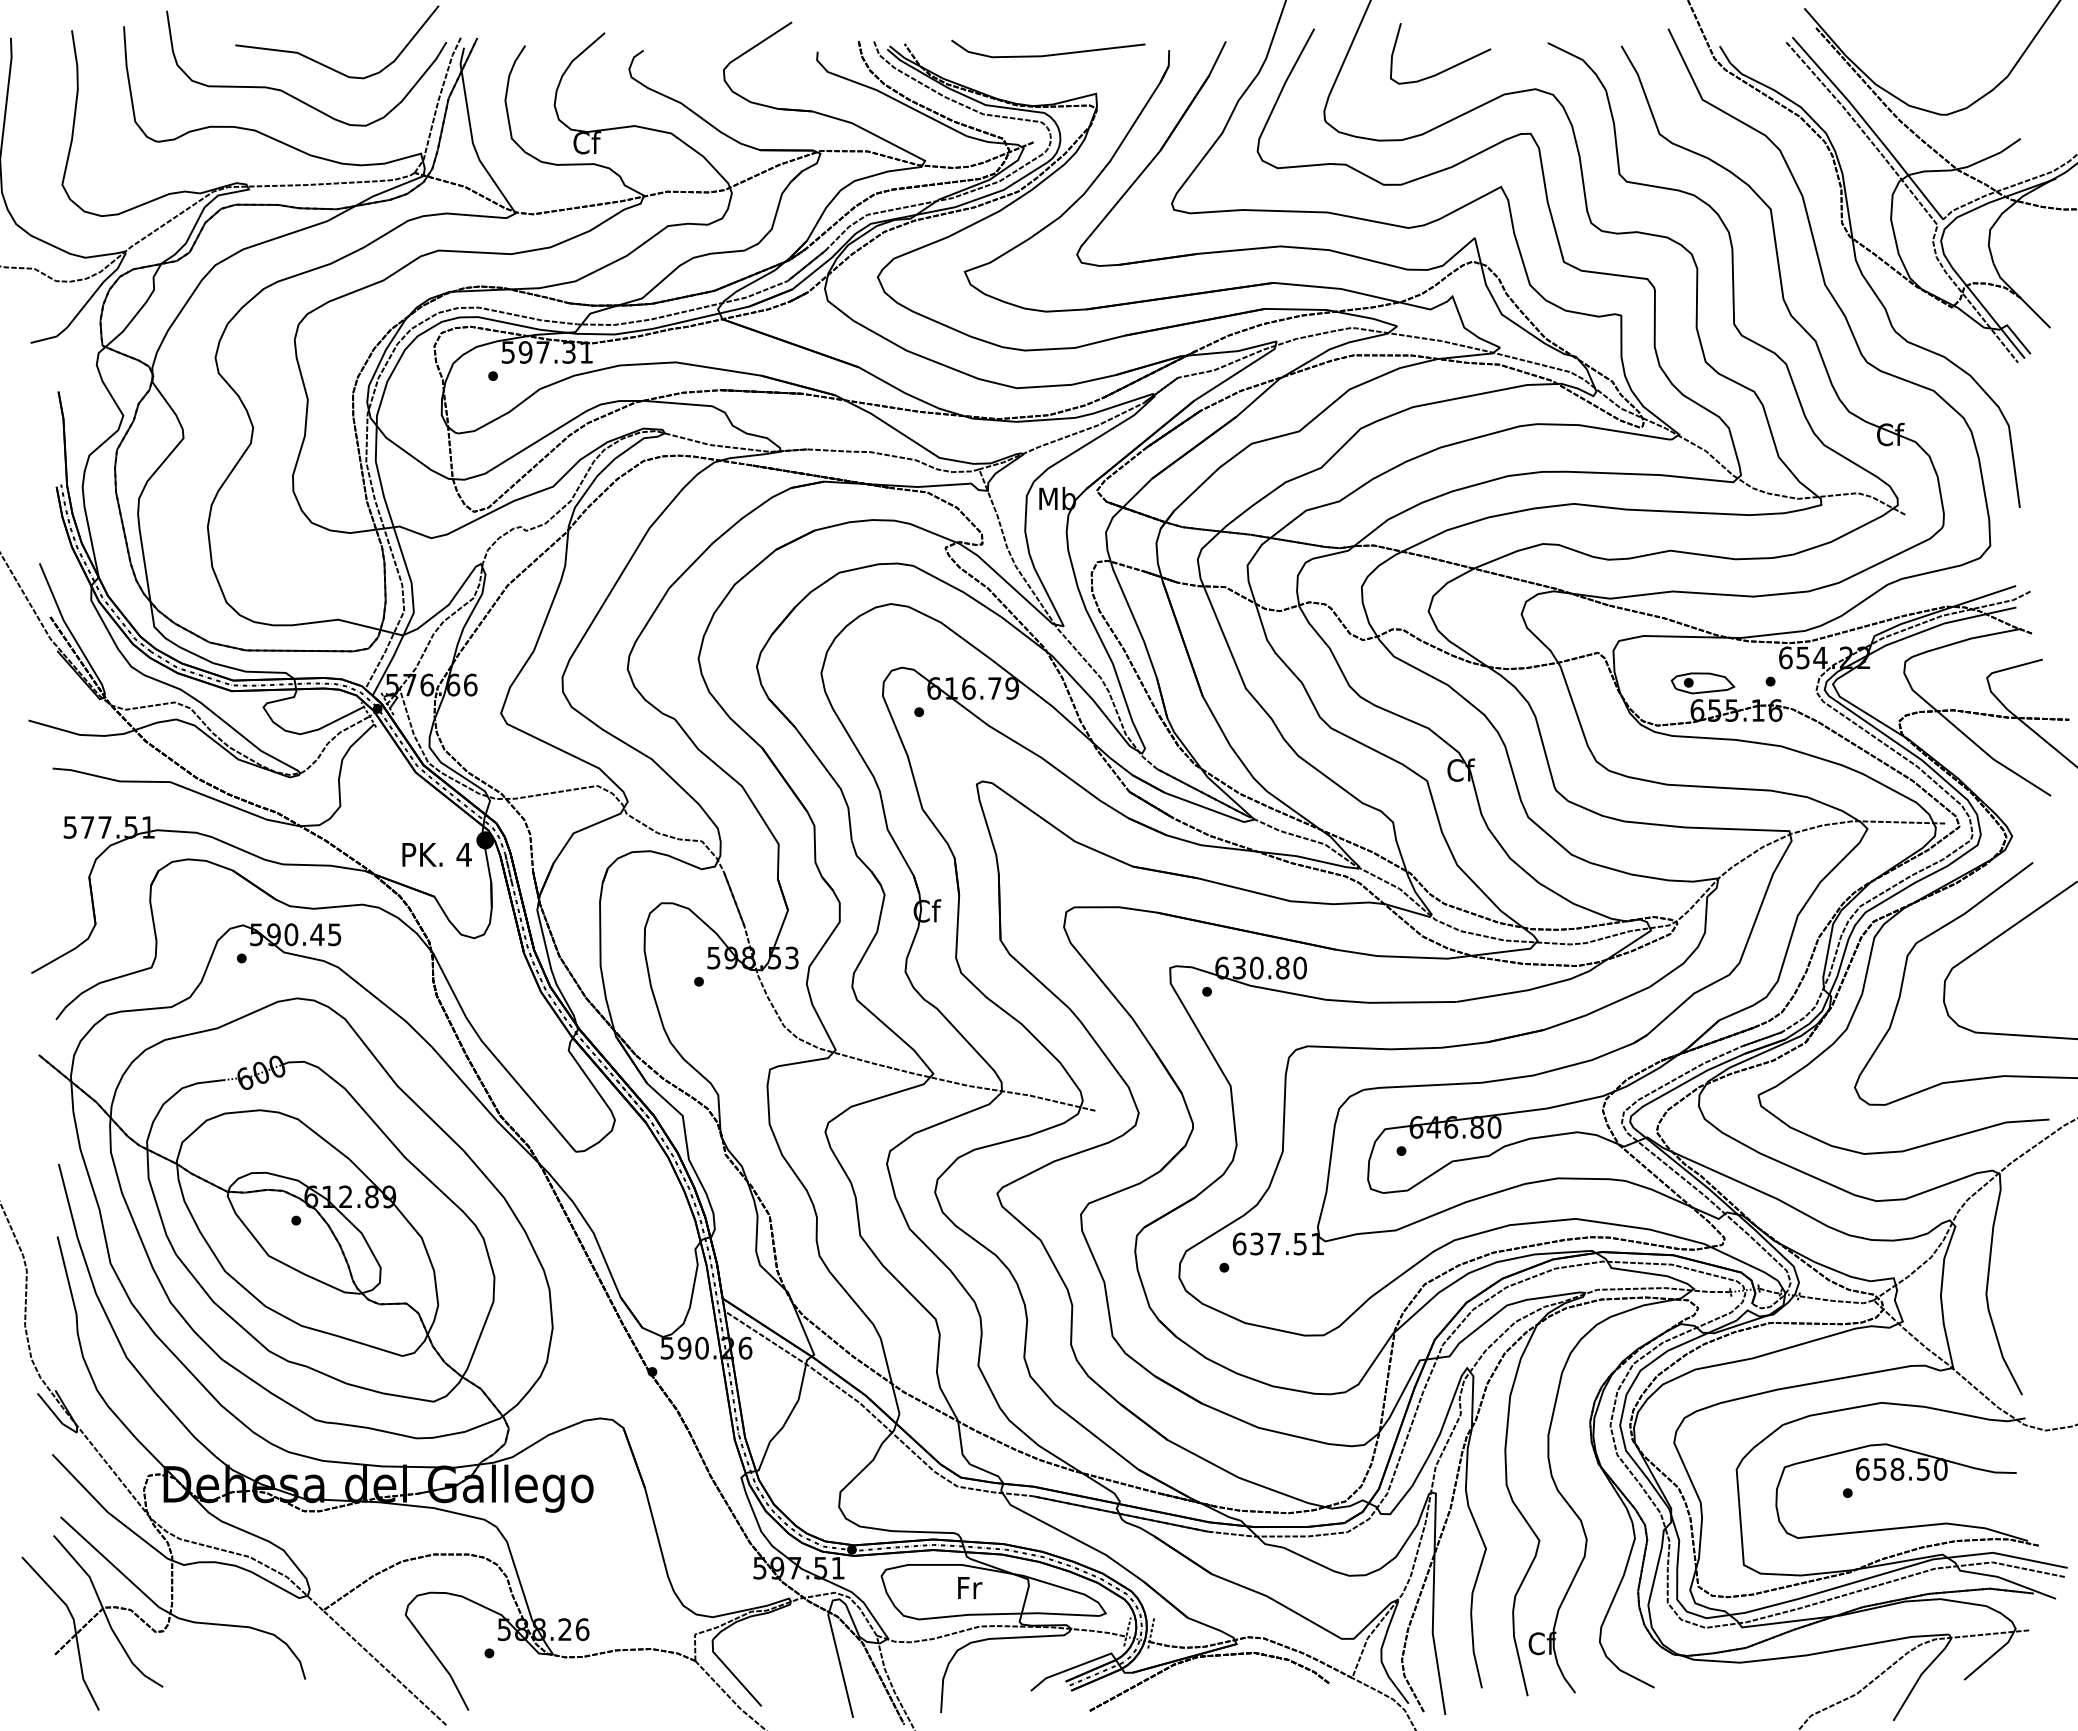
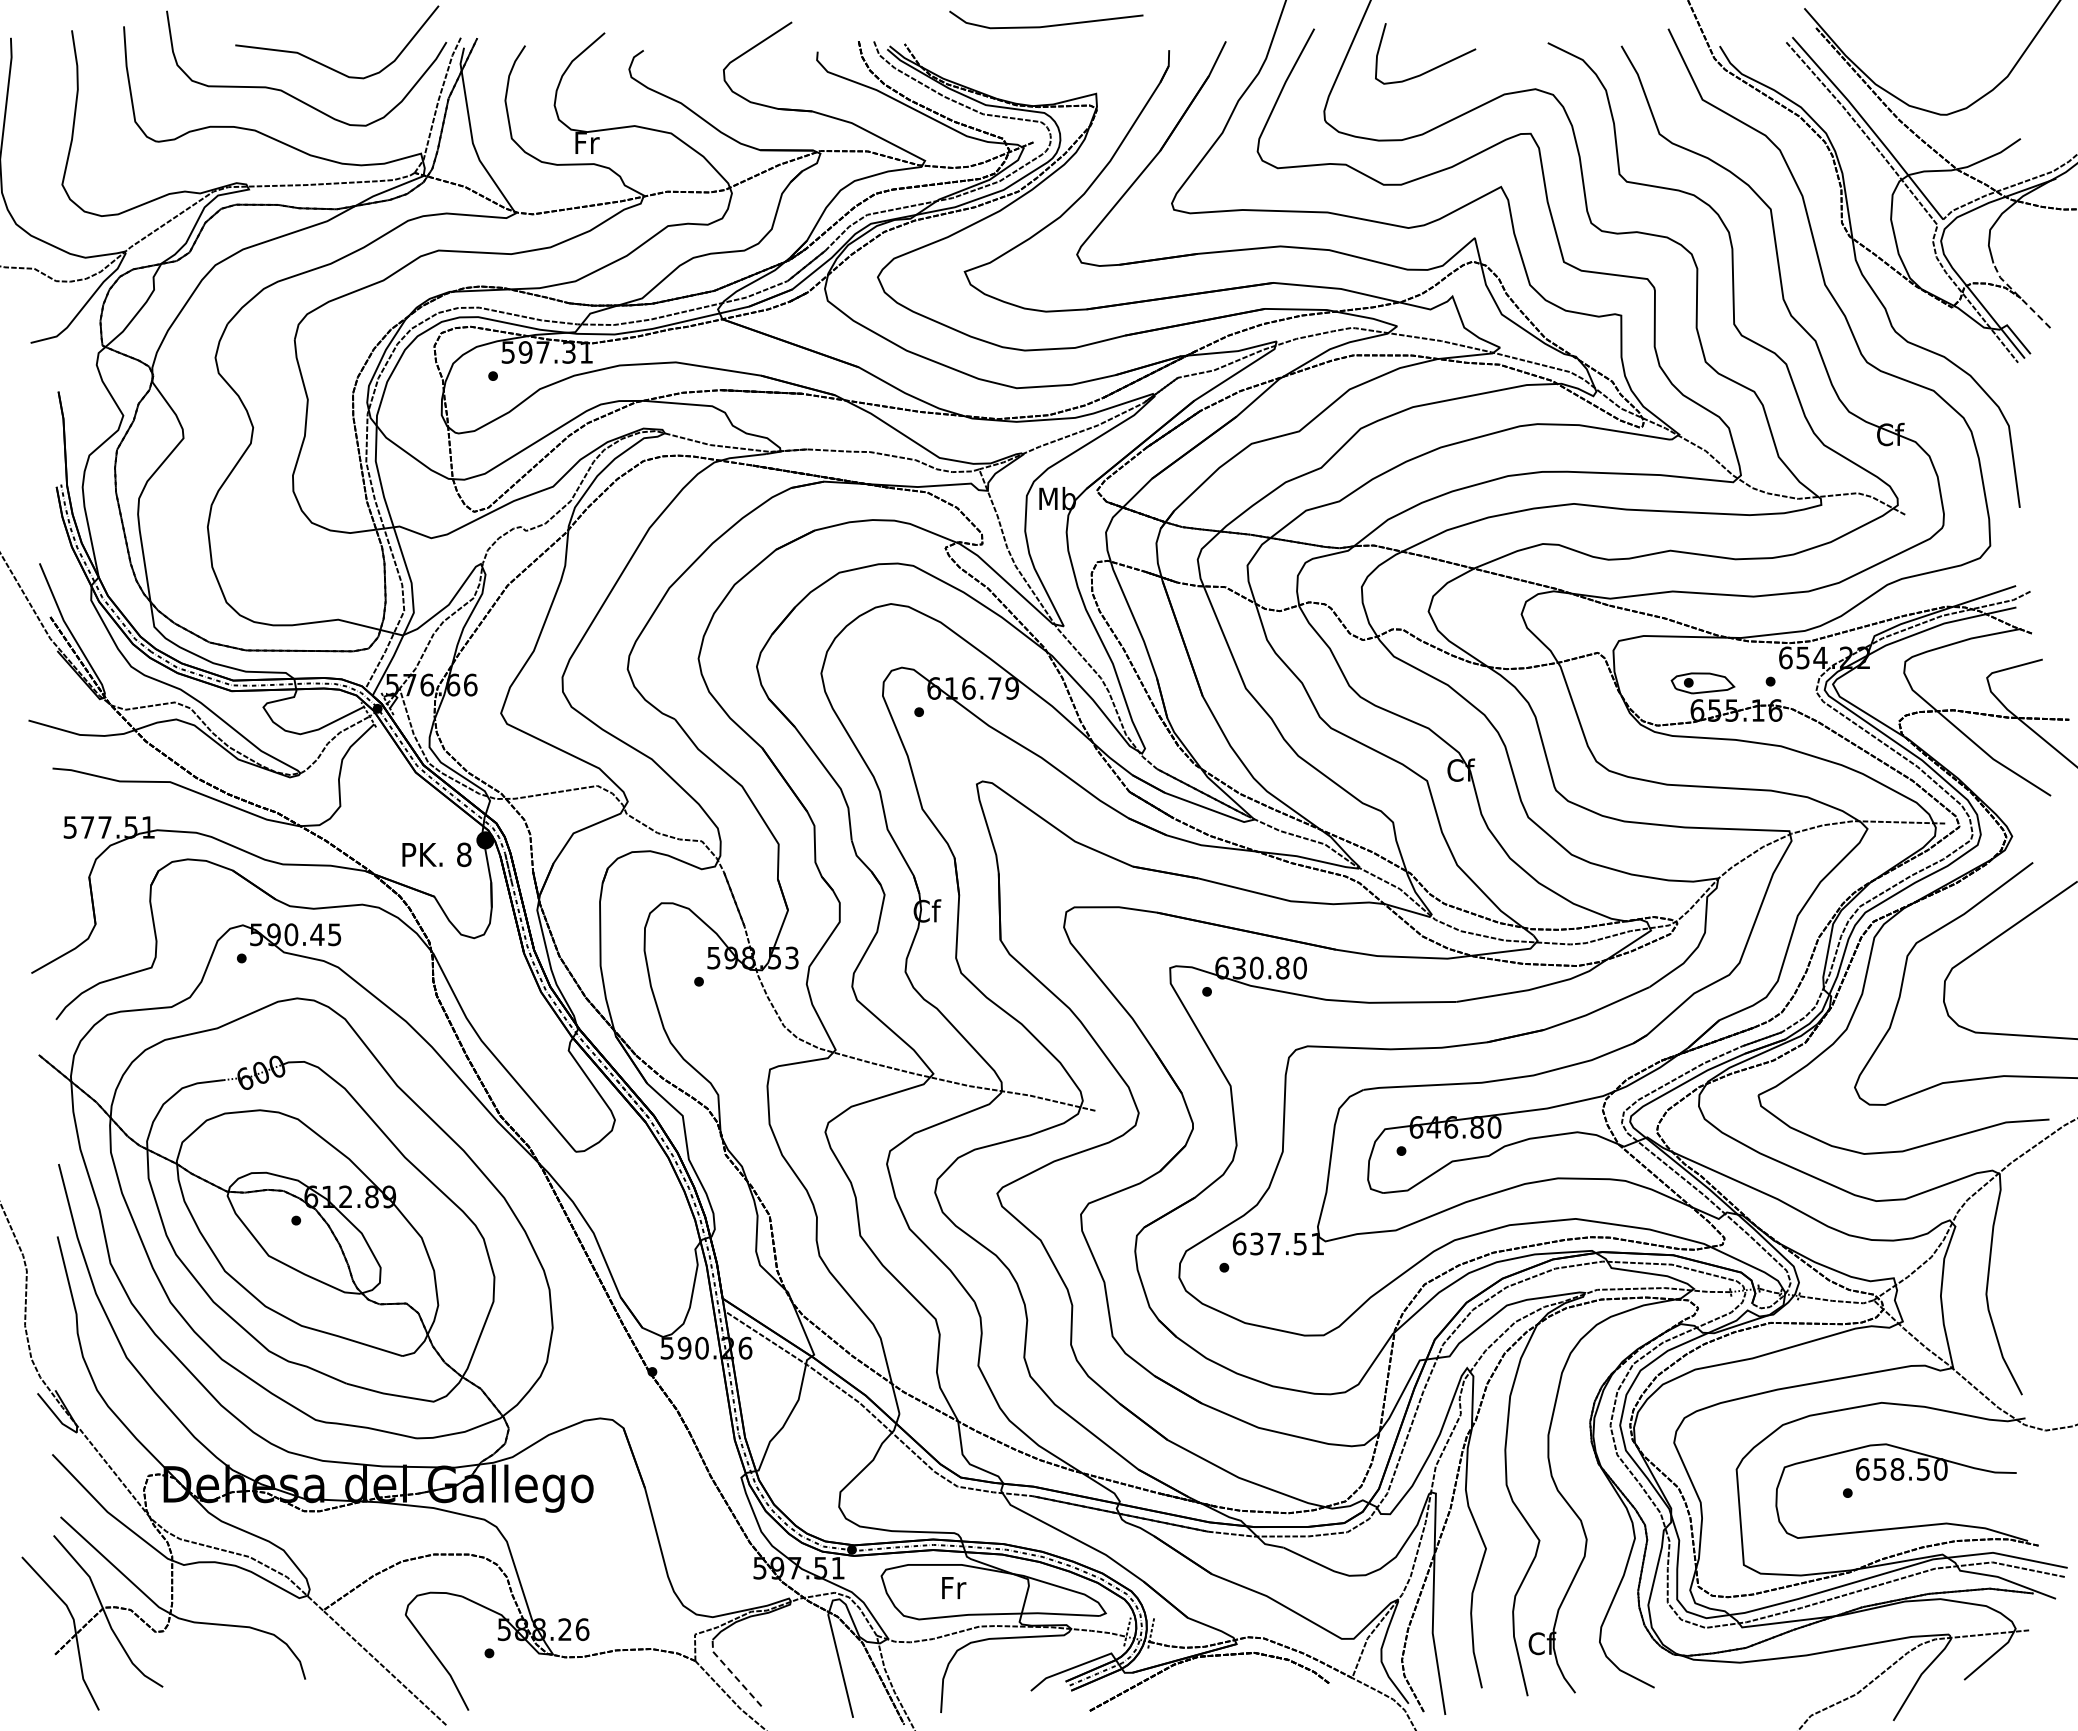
line at (1048, 54) position: (1048, 54) -> (1046, 25)
curve at (1447, 68) position: (1447, 68) -> (1432, 68)
text at (587, 142): Cf -> Fr
line at (2019, 296): solid -> dashed
text at (463, 854): 4 -> 8
text at (970, 1587) position: (970, 1587) -> (954, 1587)
line at (732, 1673): solid -> dashed
